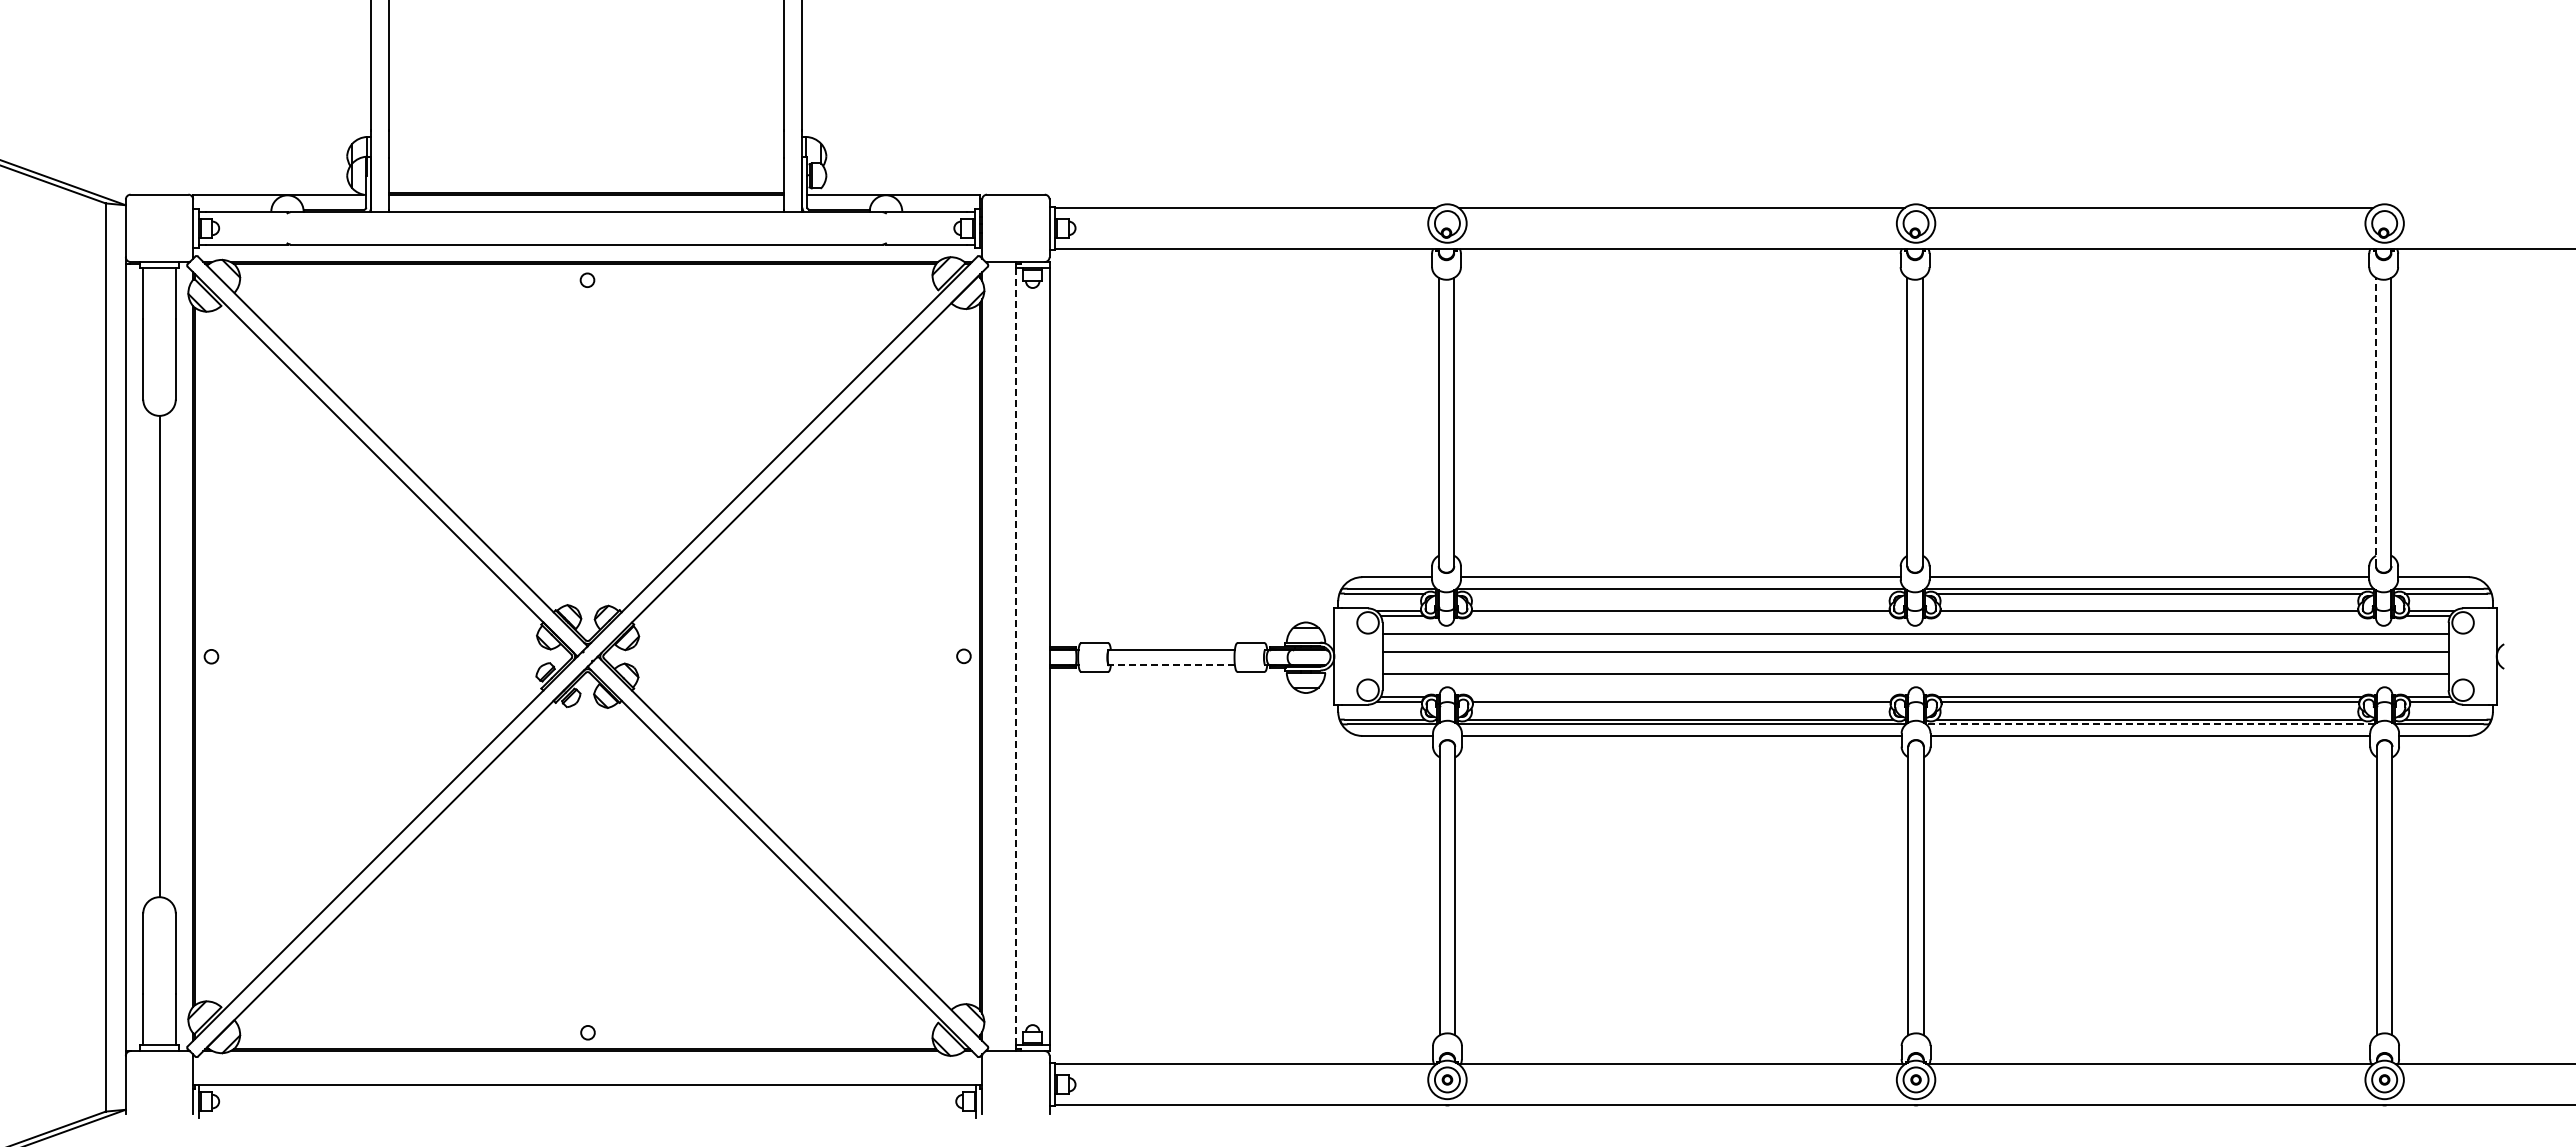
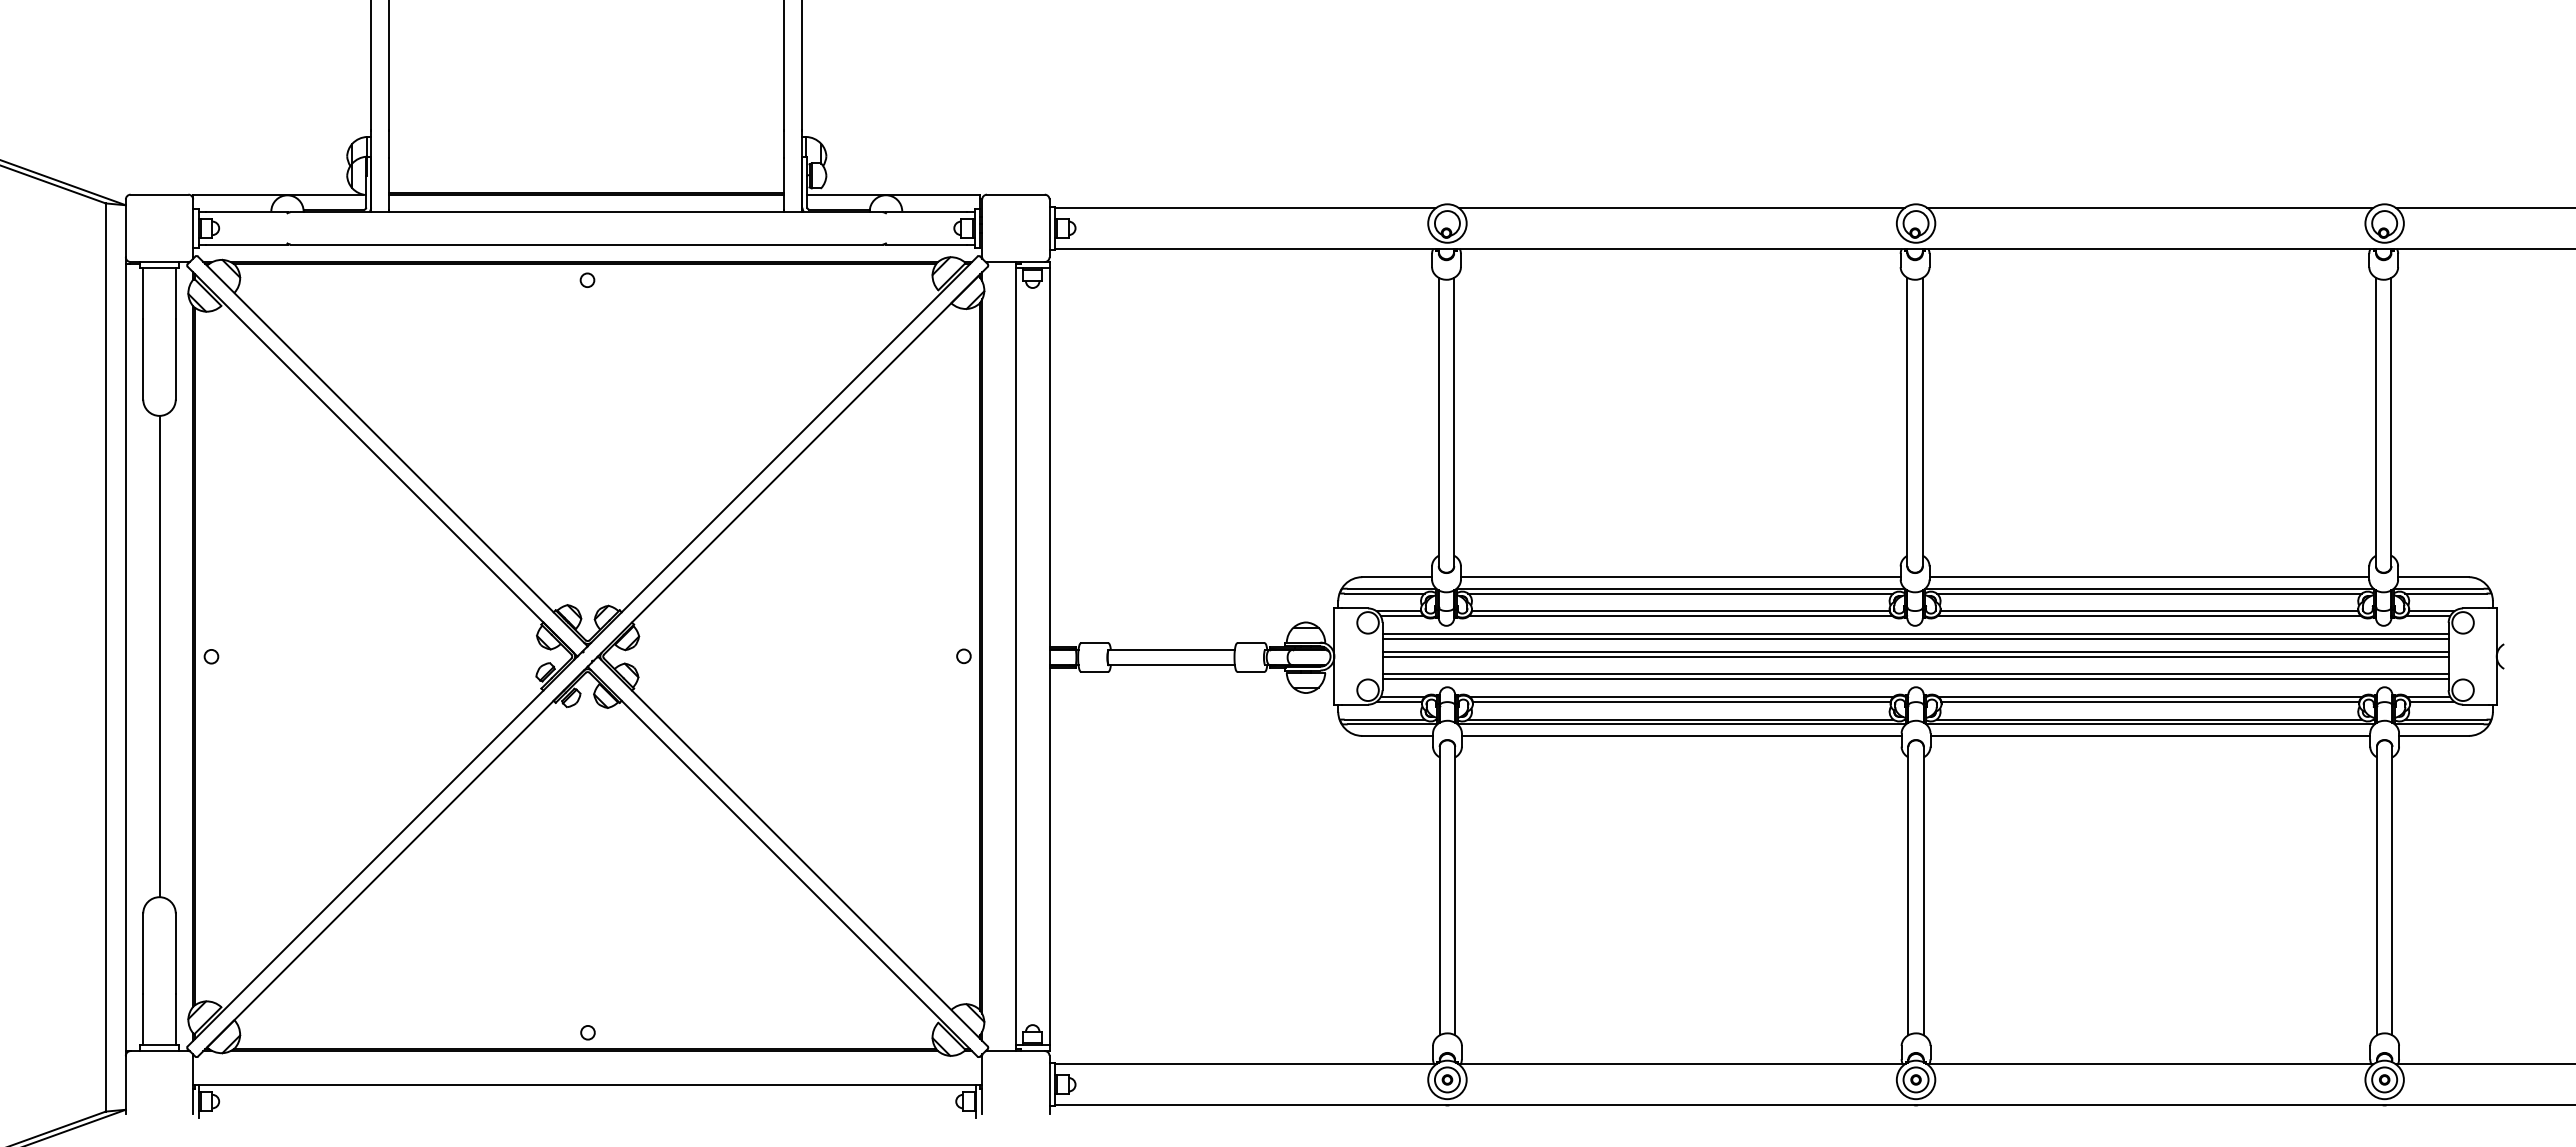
line at (2484, 207): none -> present
line at (2376, 421): dashed -> solid
line at (1680, 593): none -> present
line at (1680, 616): none -> present
line at (2149, 616): none -> present
line at (1915, 638): none -> present
line at (1015, 656): dashed -> solid
line at (1915, 656): none -> present
line at (1171, 665): dashed -> solid
line at (1915, 679): none -> present
line at (1681, 696): none -> present
line at (2149, 724): dashed -> solid
